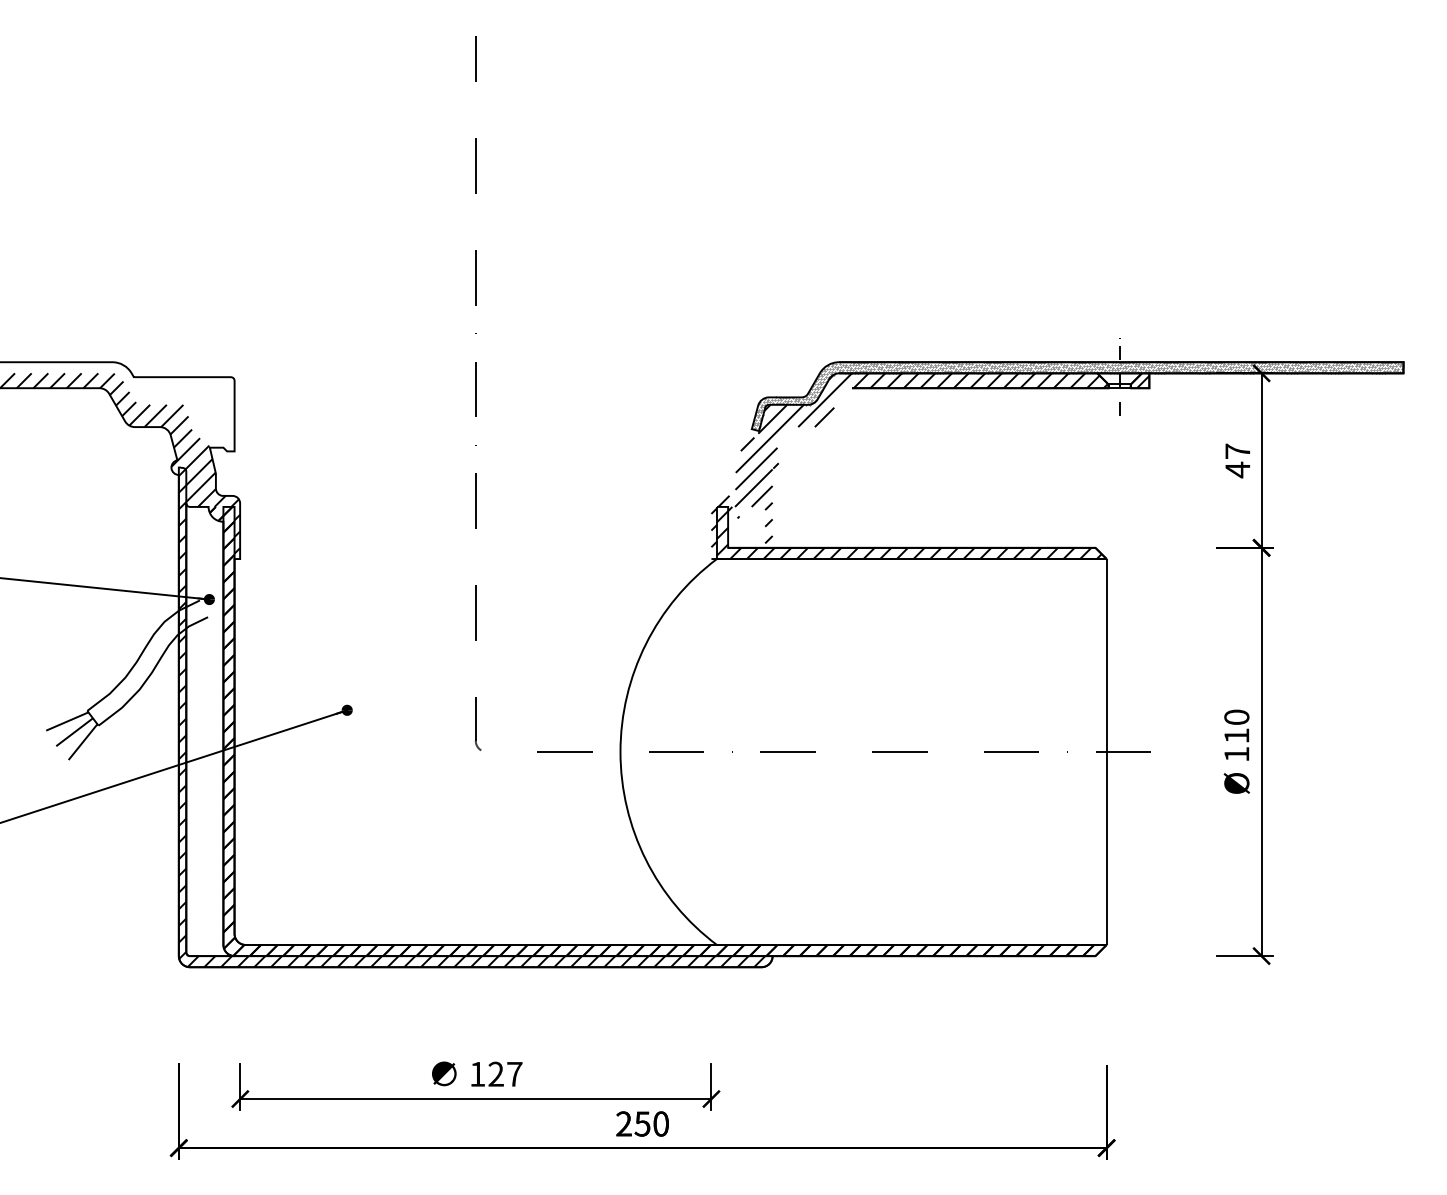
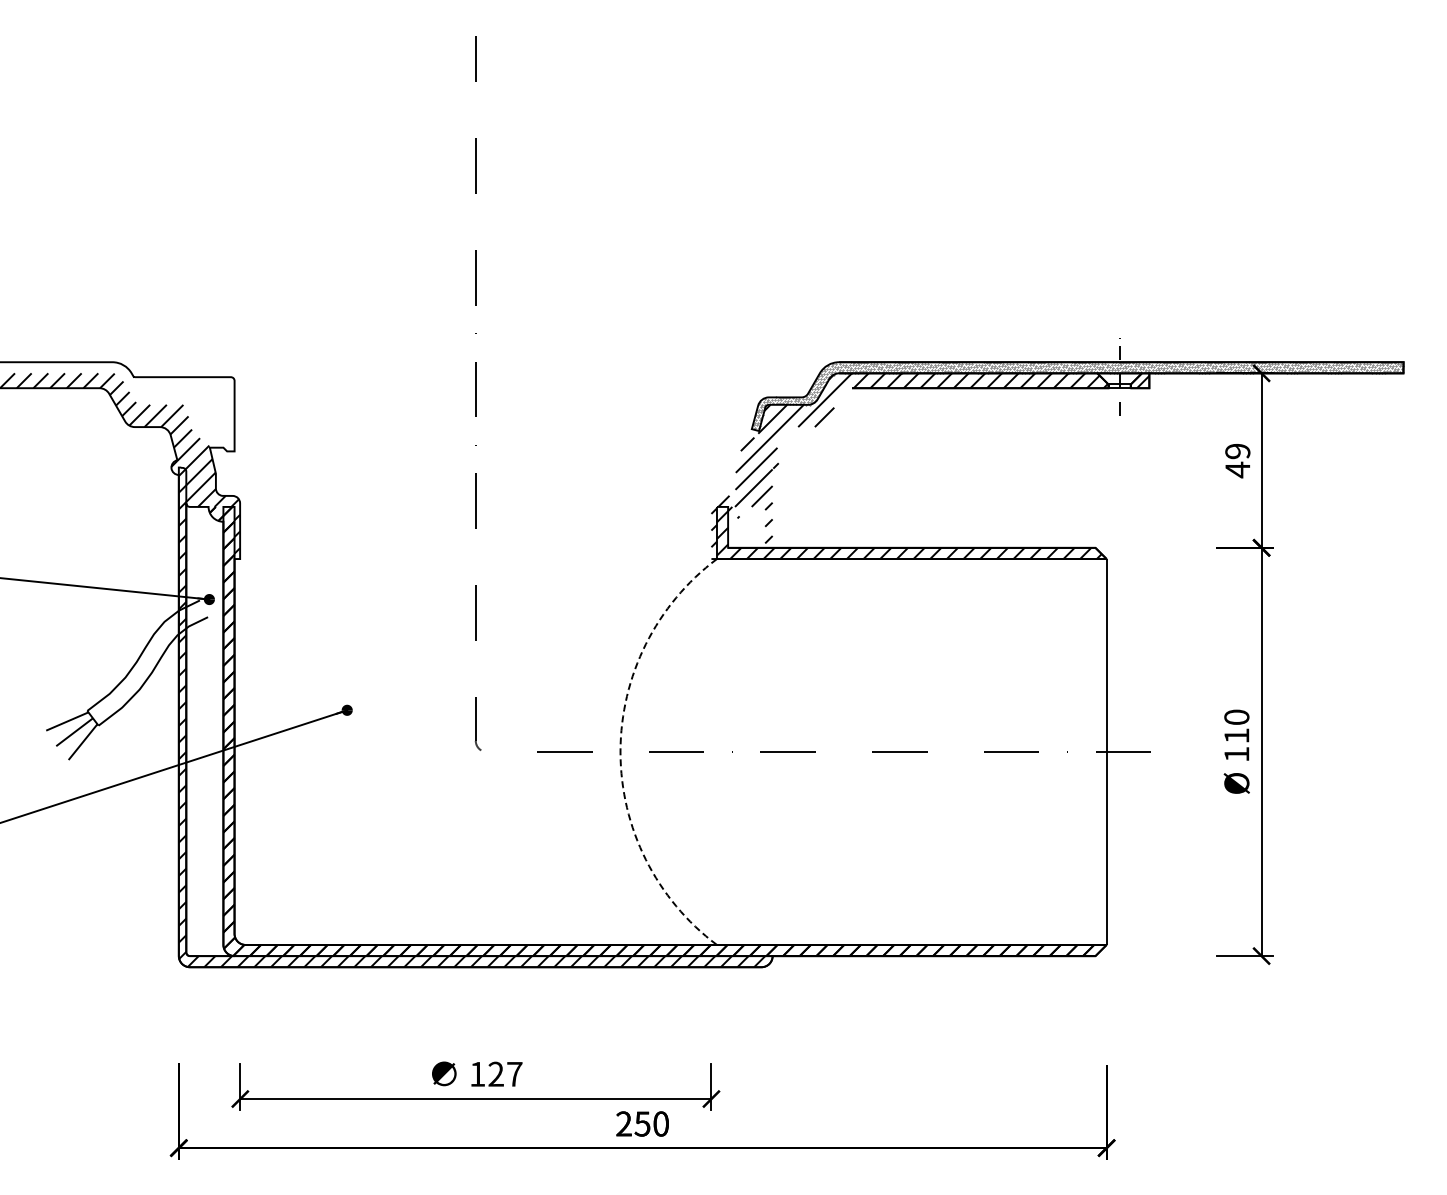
text at (1237, 451): 47 -> 49
arc at (620, 752): solid -> dashed
